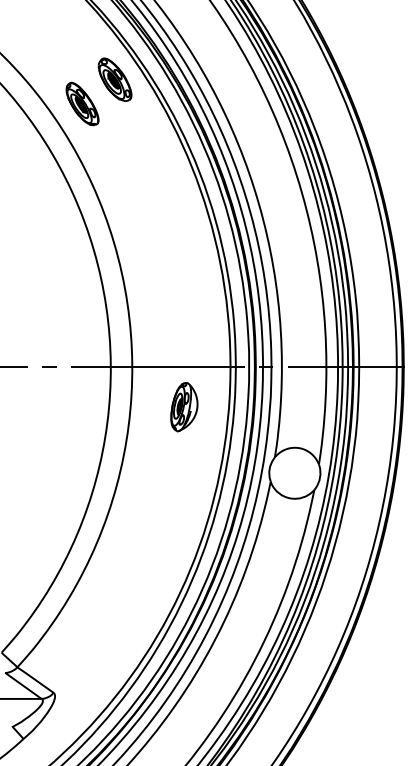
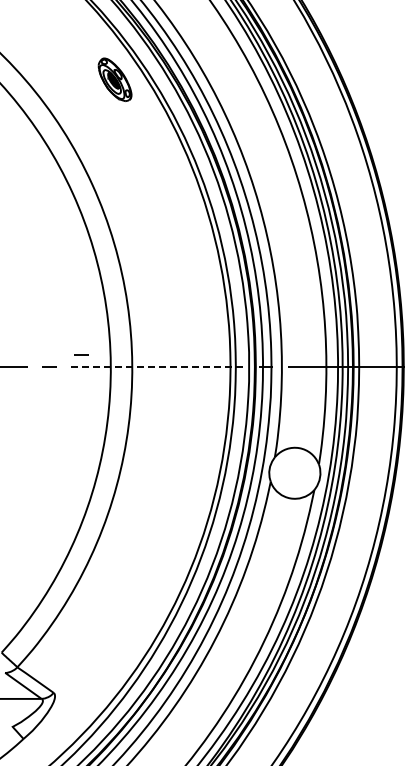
part at (82, 103): present -> none
line at (81, 354): none -> present
line at (157, 366): solid -> dashed
part at (184, 407): present -> none
